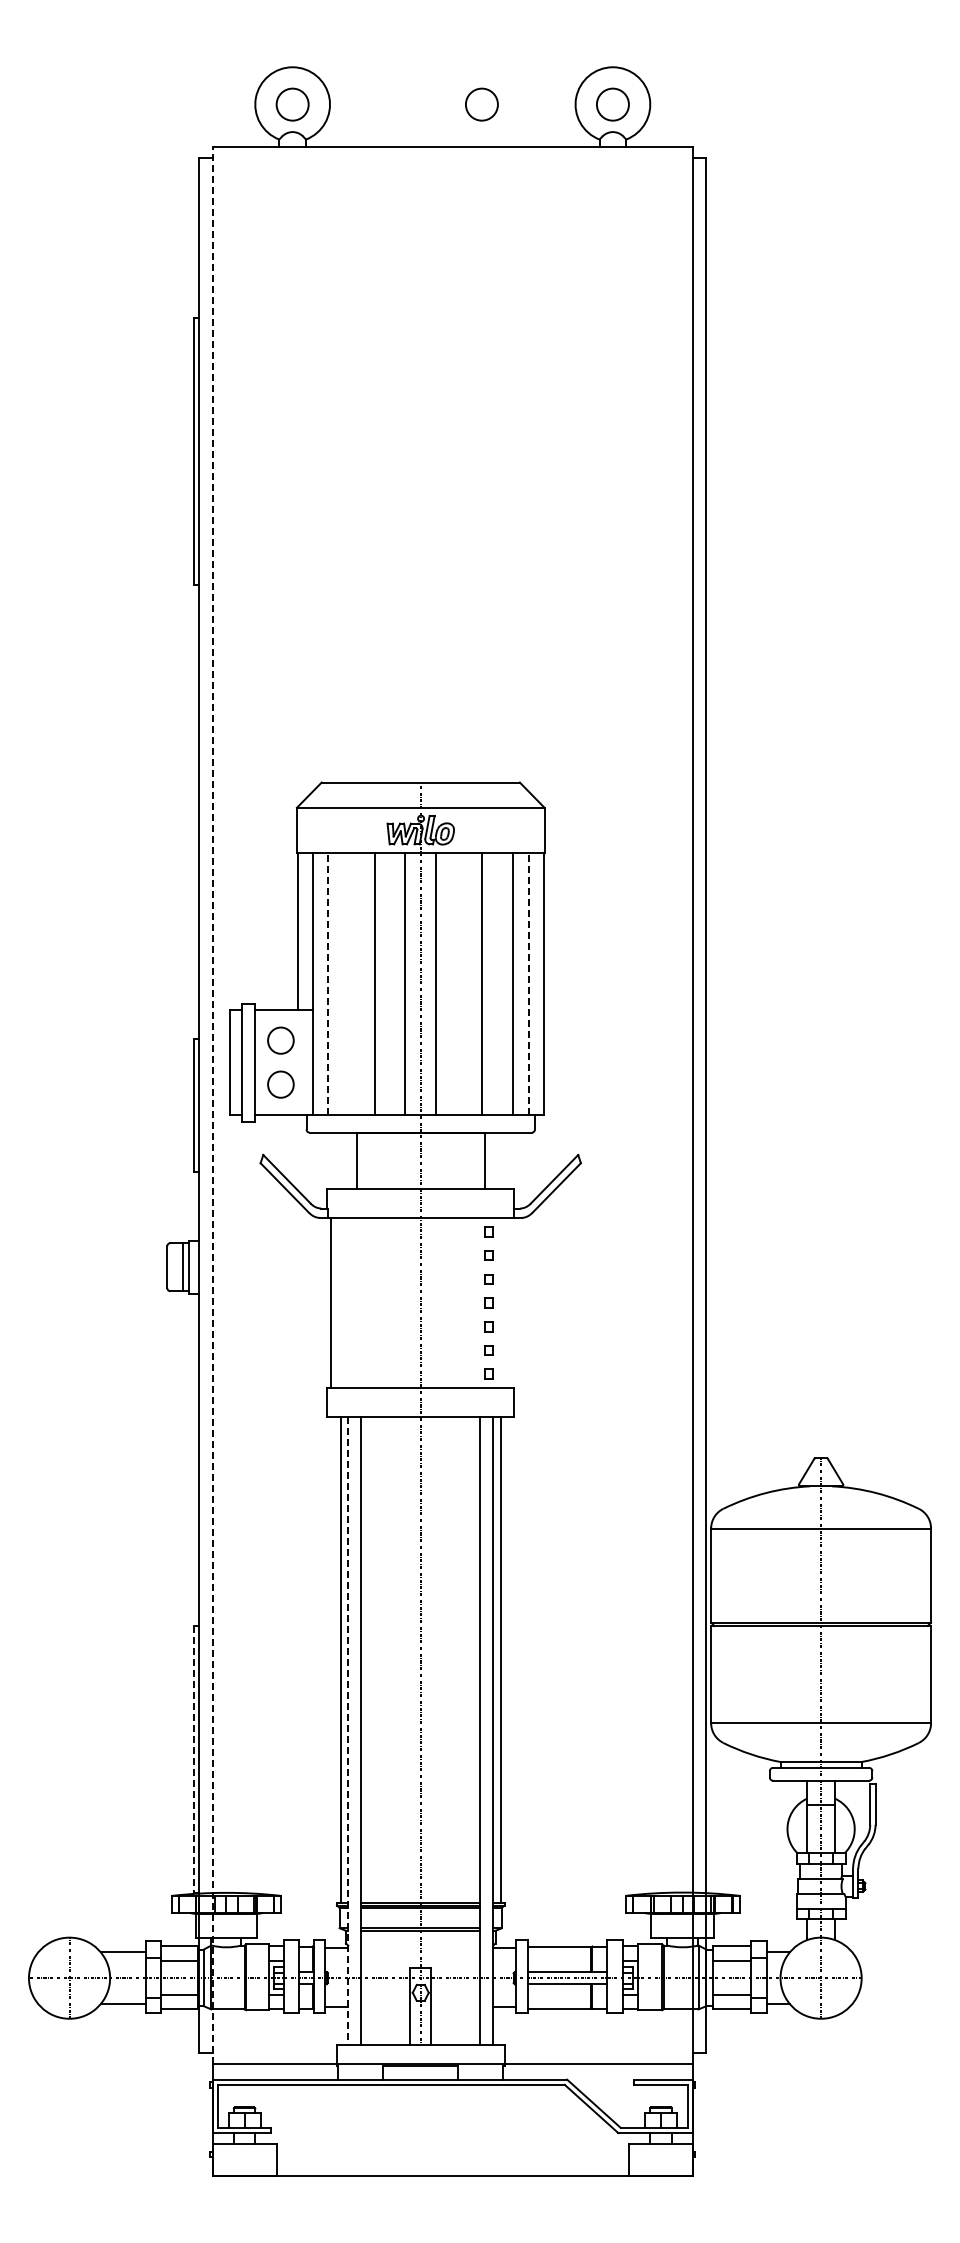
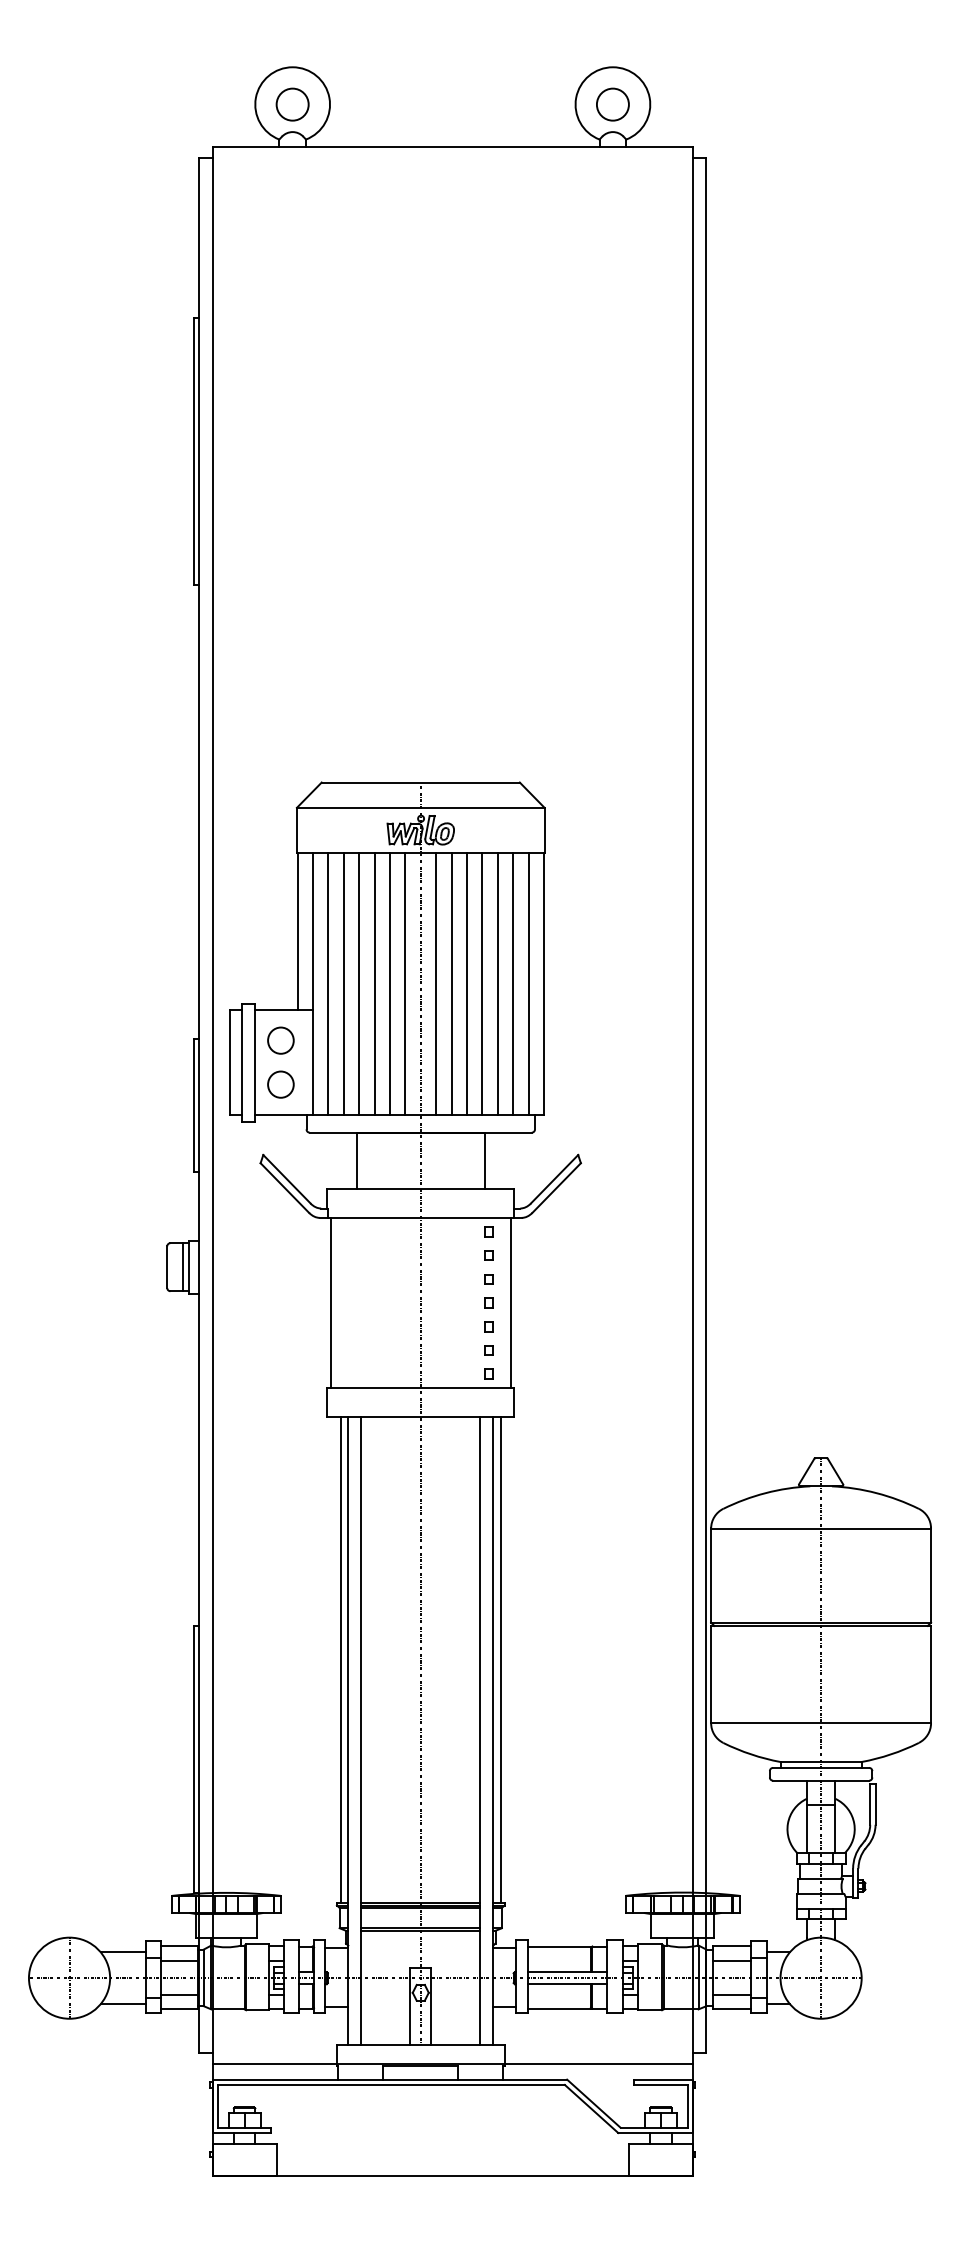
circle at (481, 104): present -> none
line at (328, 983): dashed -> solid
line at (343, 983): none -> present
line at (359, 983): none -> present
line at (390, 983): none -> present
line at (451, 983): none -> present
line at (467, 983): none -> present
line at (497, 983): none -> present
line at (528, 983): dashed -> solid
line at (212, 1104): dashed -> solid
line at (510, 1302): none -> present
line at (348, 1731): dashed -> solid
line at (193, 1759): dashed -> solid
